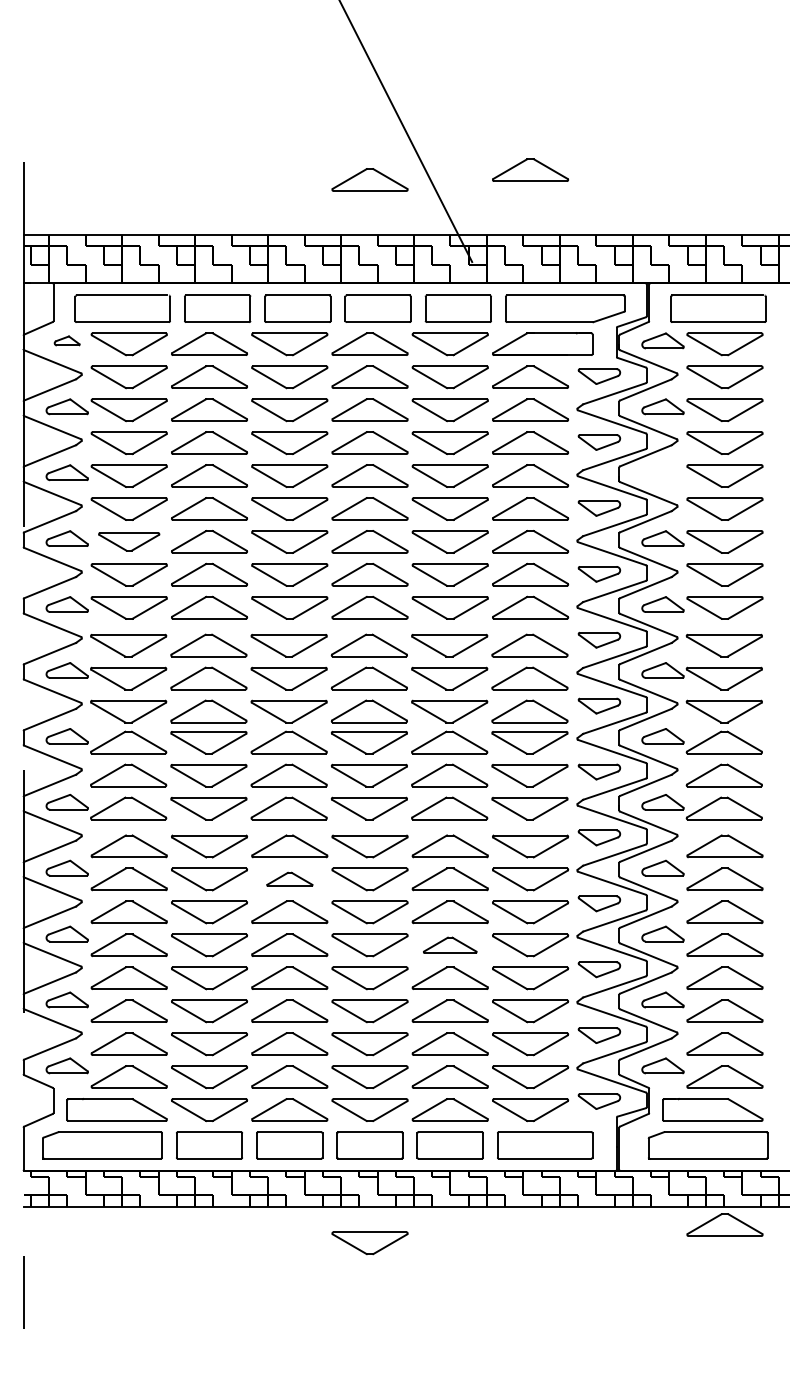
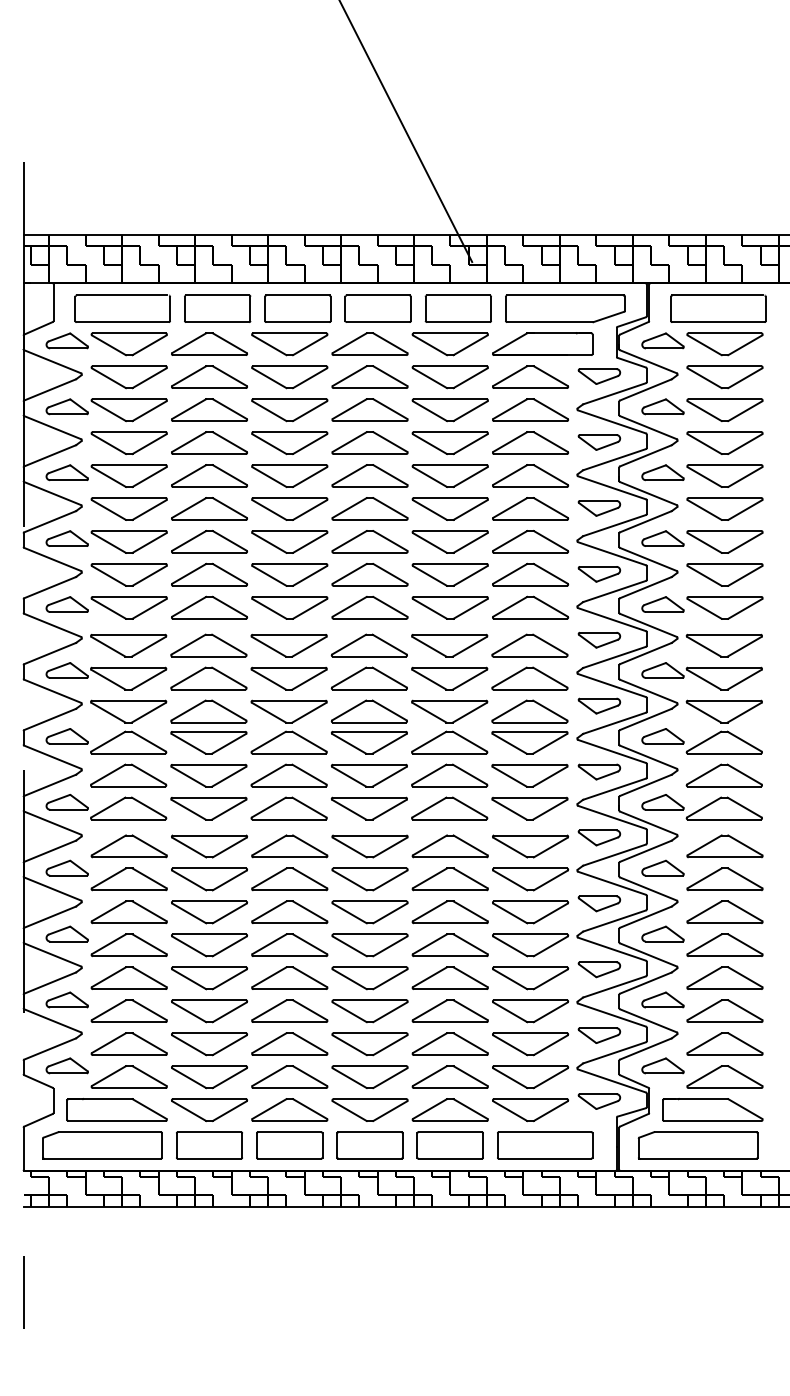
part at (530, 169): present -> none
part at (369, 179): present -> none
part at (66, 340) size: 28x12 px -> 44x18 px
part at (662, 472): none -> present
part at (129, 541) size: 63x20 px -> 78x24 px
part at (289, 878) size: 48x16 px -> 78x25 px
part at (450, 944) size: 55x18 px -> 78x25 px
part at (707, 1145) position: (707, 1145) -> (697, 1145)
part at (724, 1224): present -> none
part at (369, 1243): present -> none
